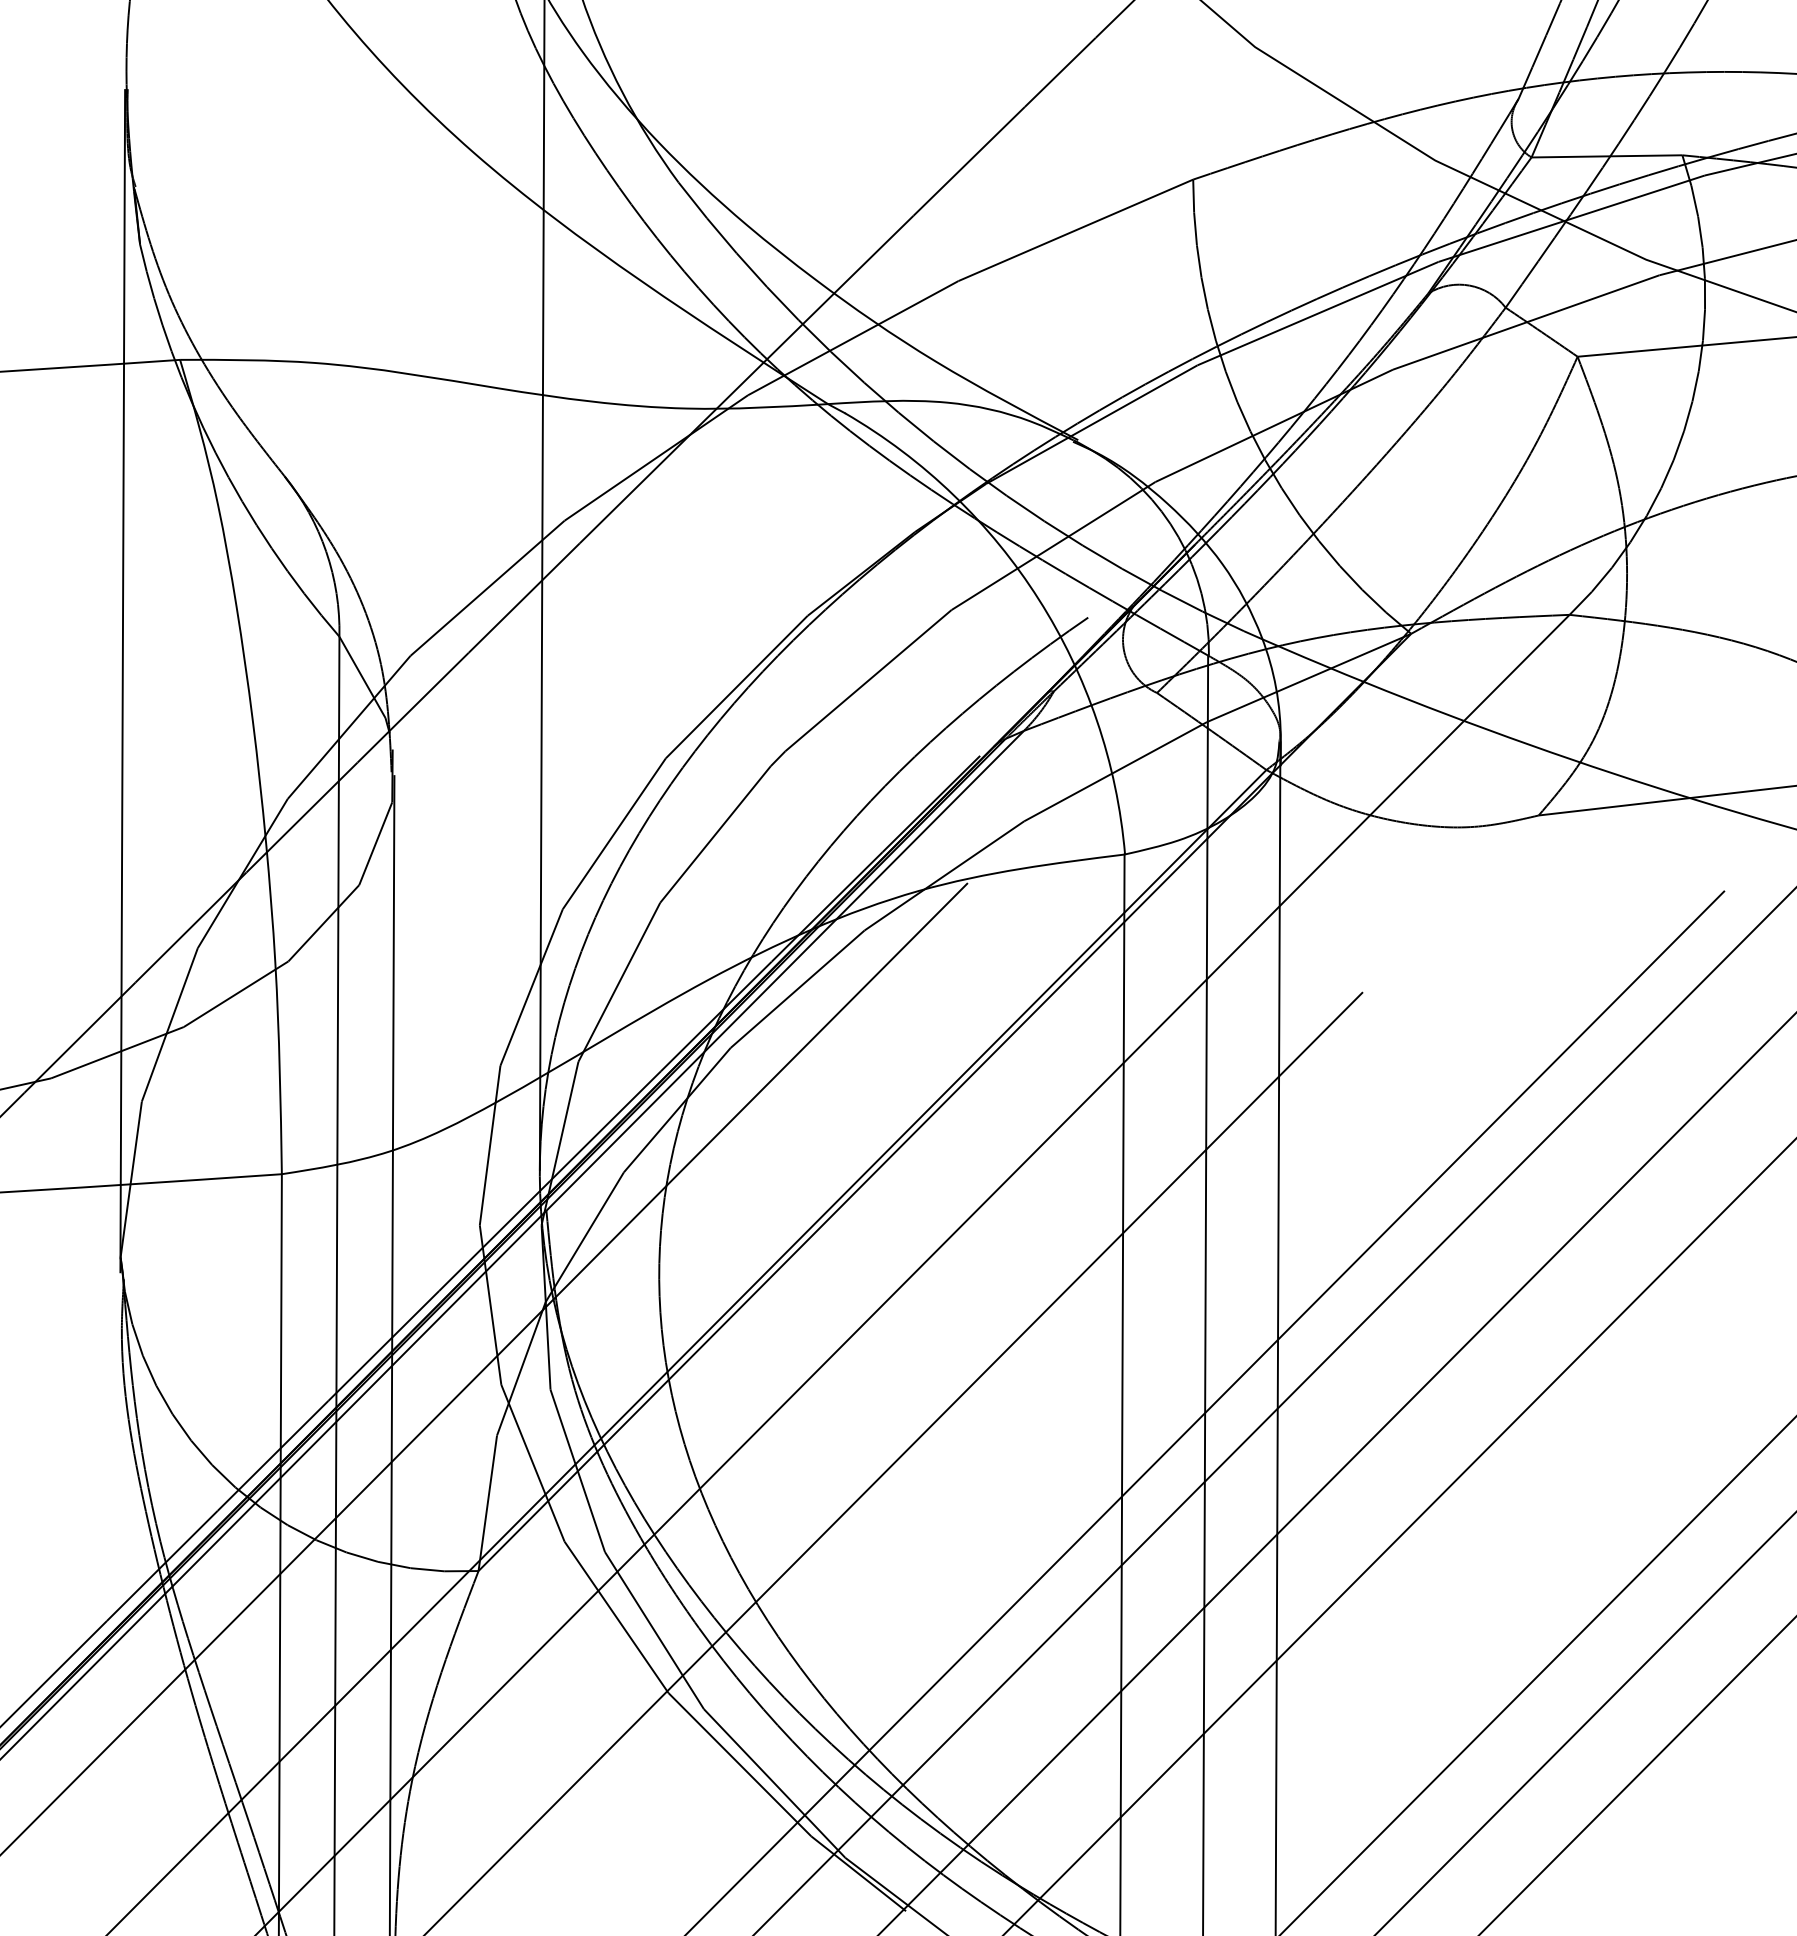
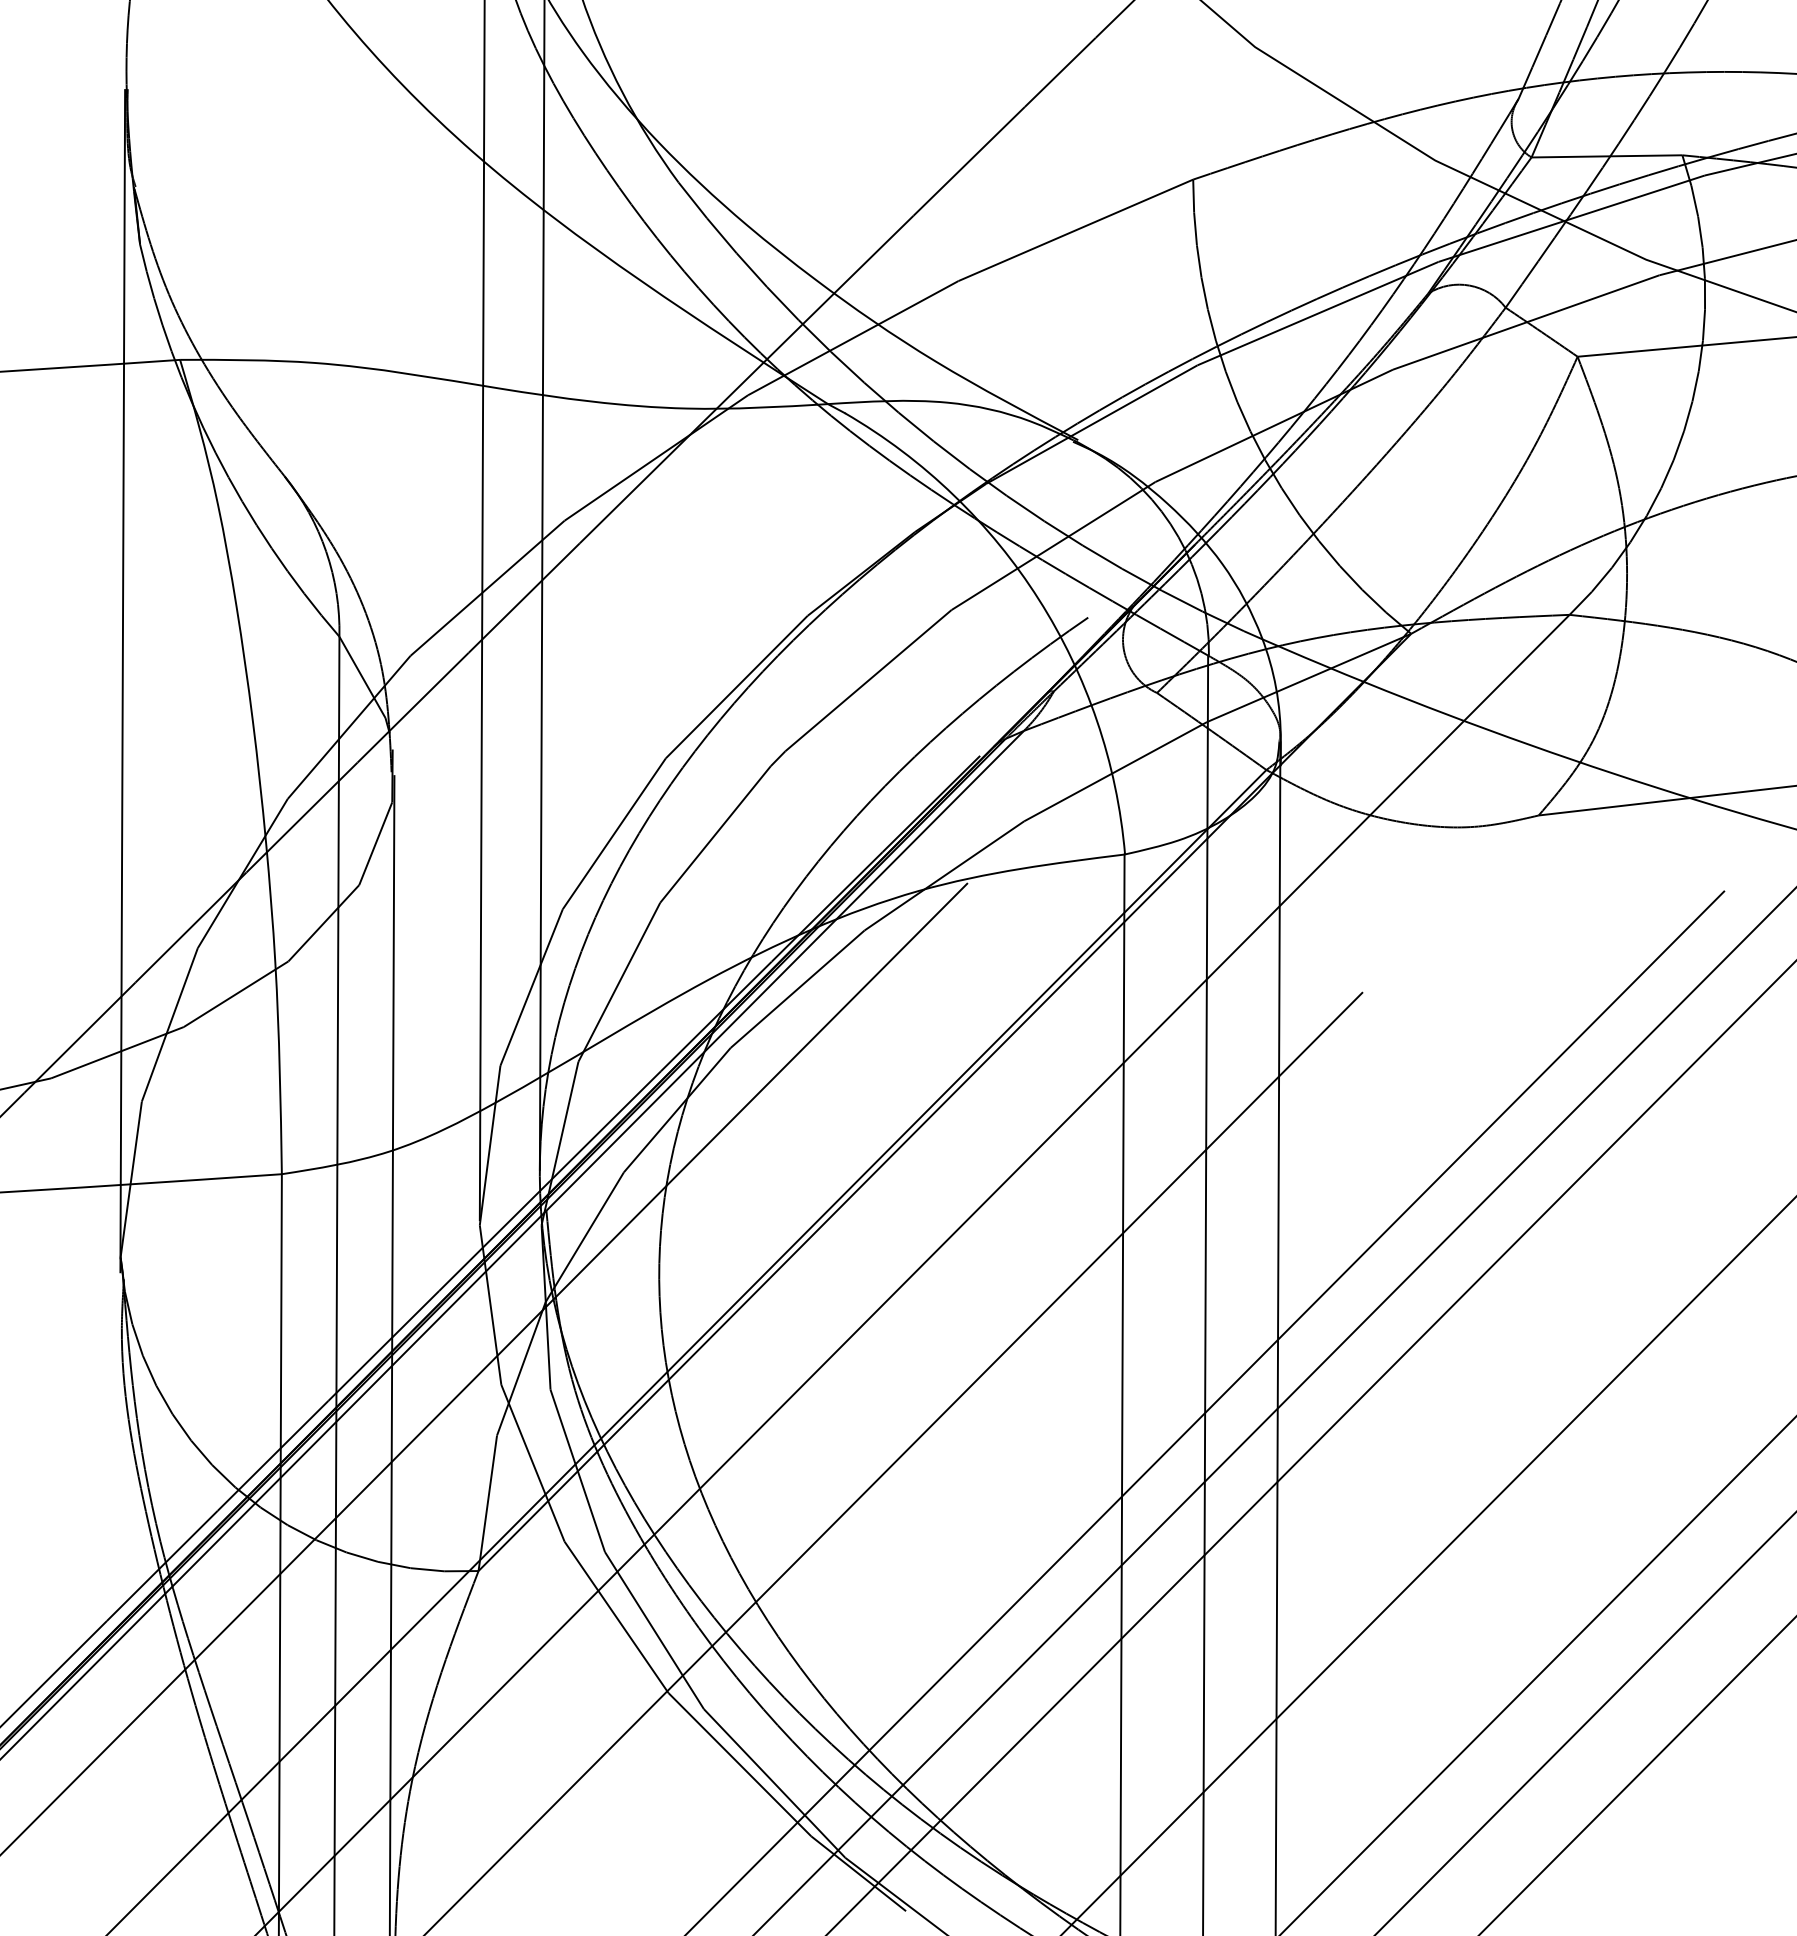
line at (481, 611): none -> present
line at (1337, 1473) position: (1337, 1473) -> (1310, 1447)
line at (1399, 1536) position: (1399, 1536) -> (1428, 1565)
